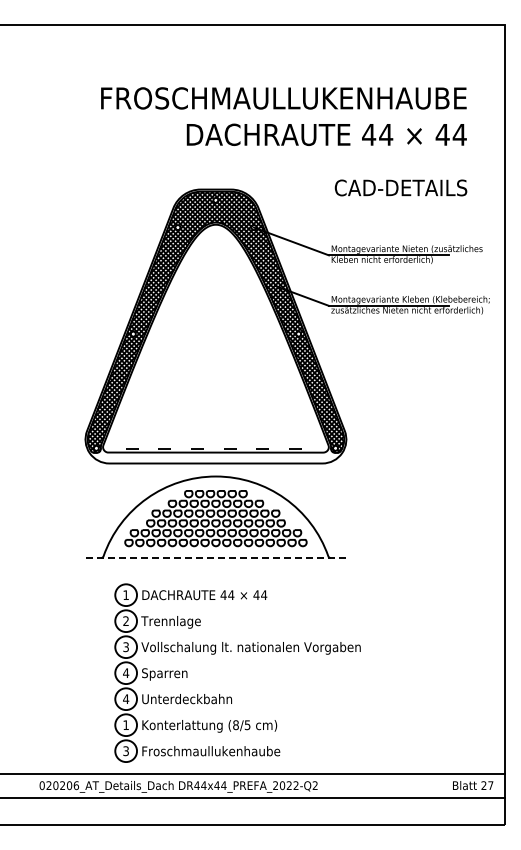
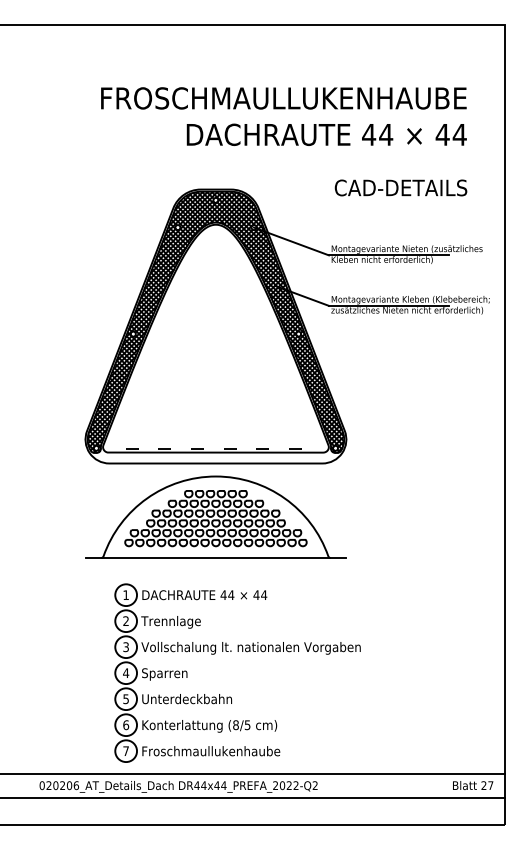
line at (216, 558): dashed -> solid
text at (126, 699): 4 -> 5
text at (126, 725): 1 -> 6
text at (125, 751): 3 -> 7
